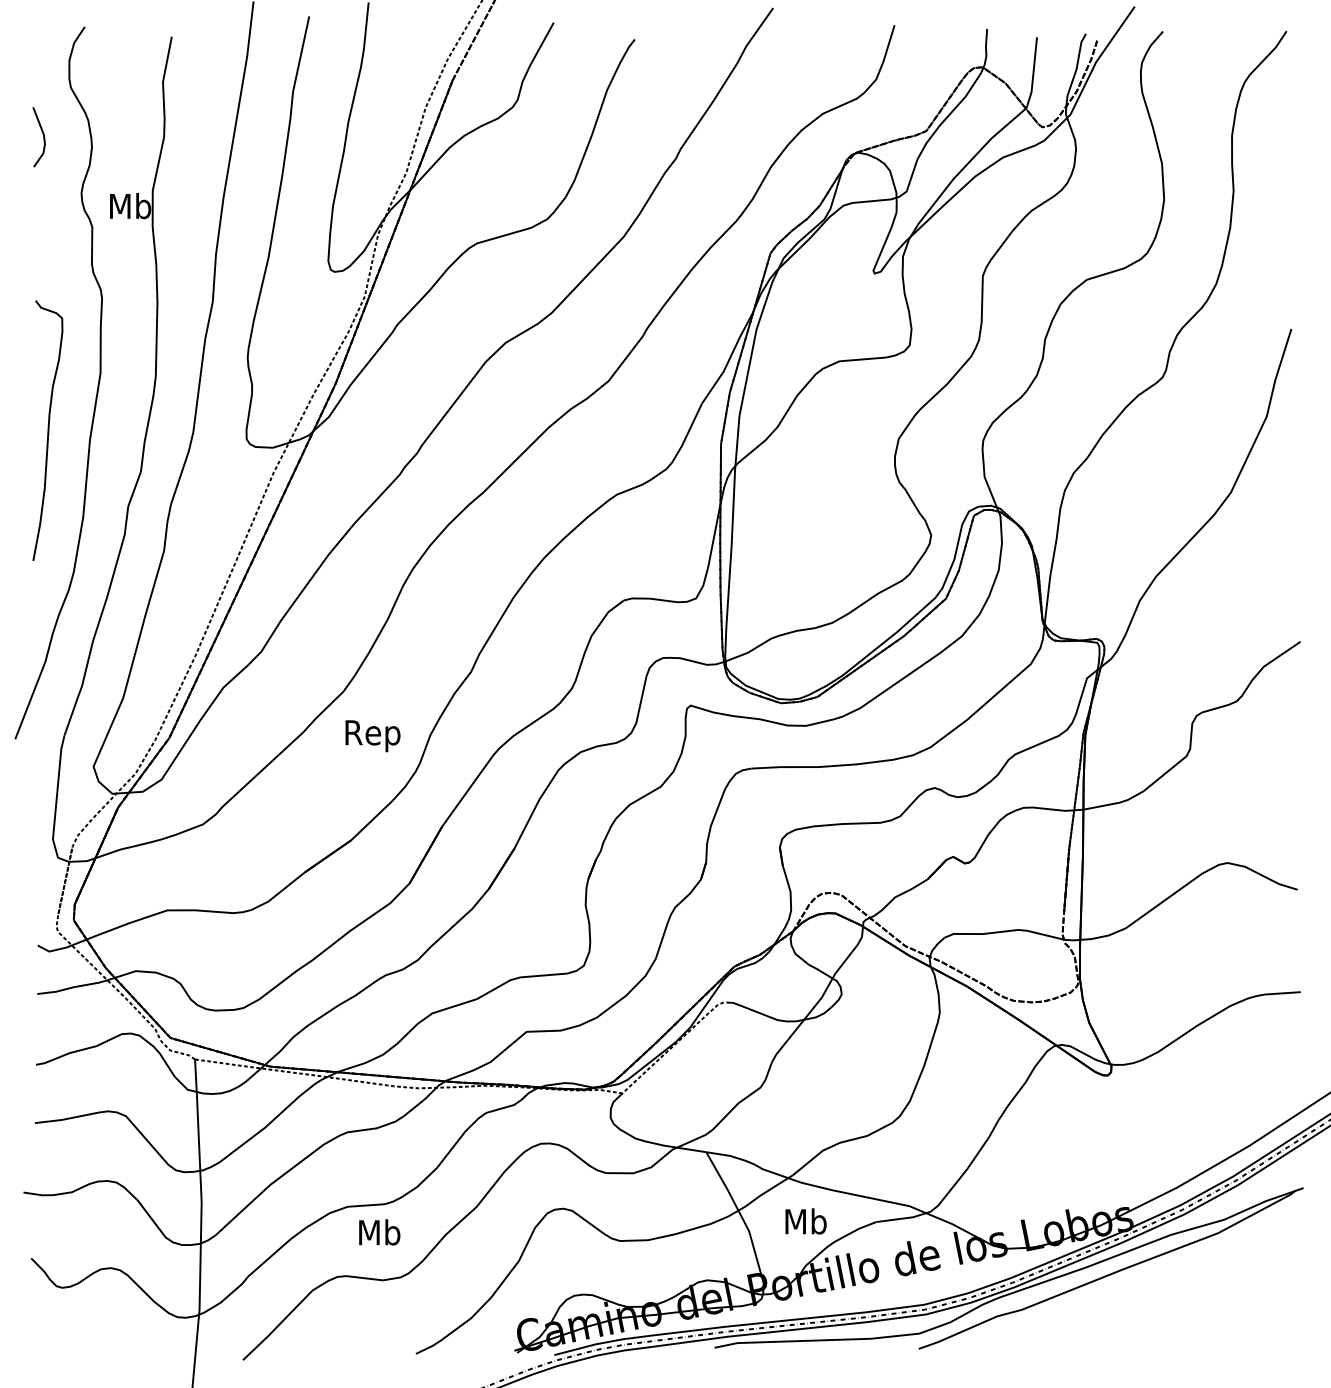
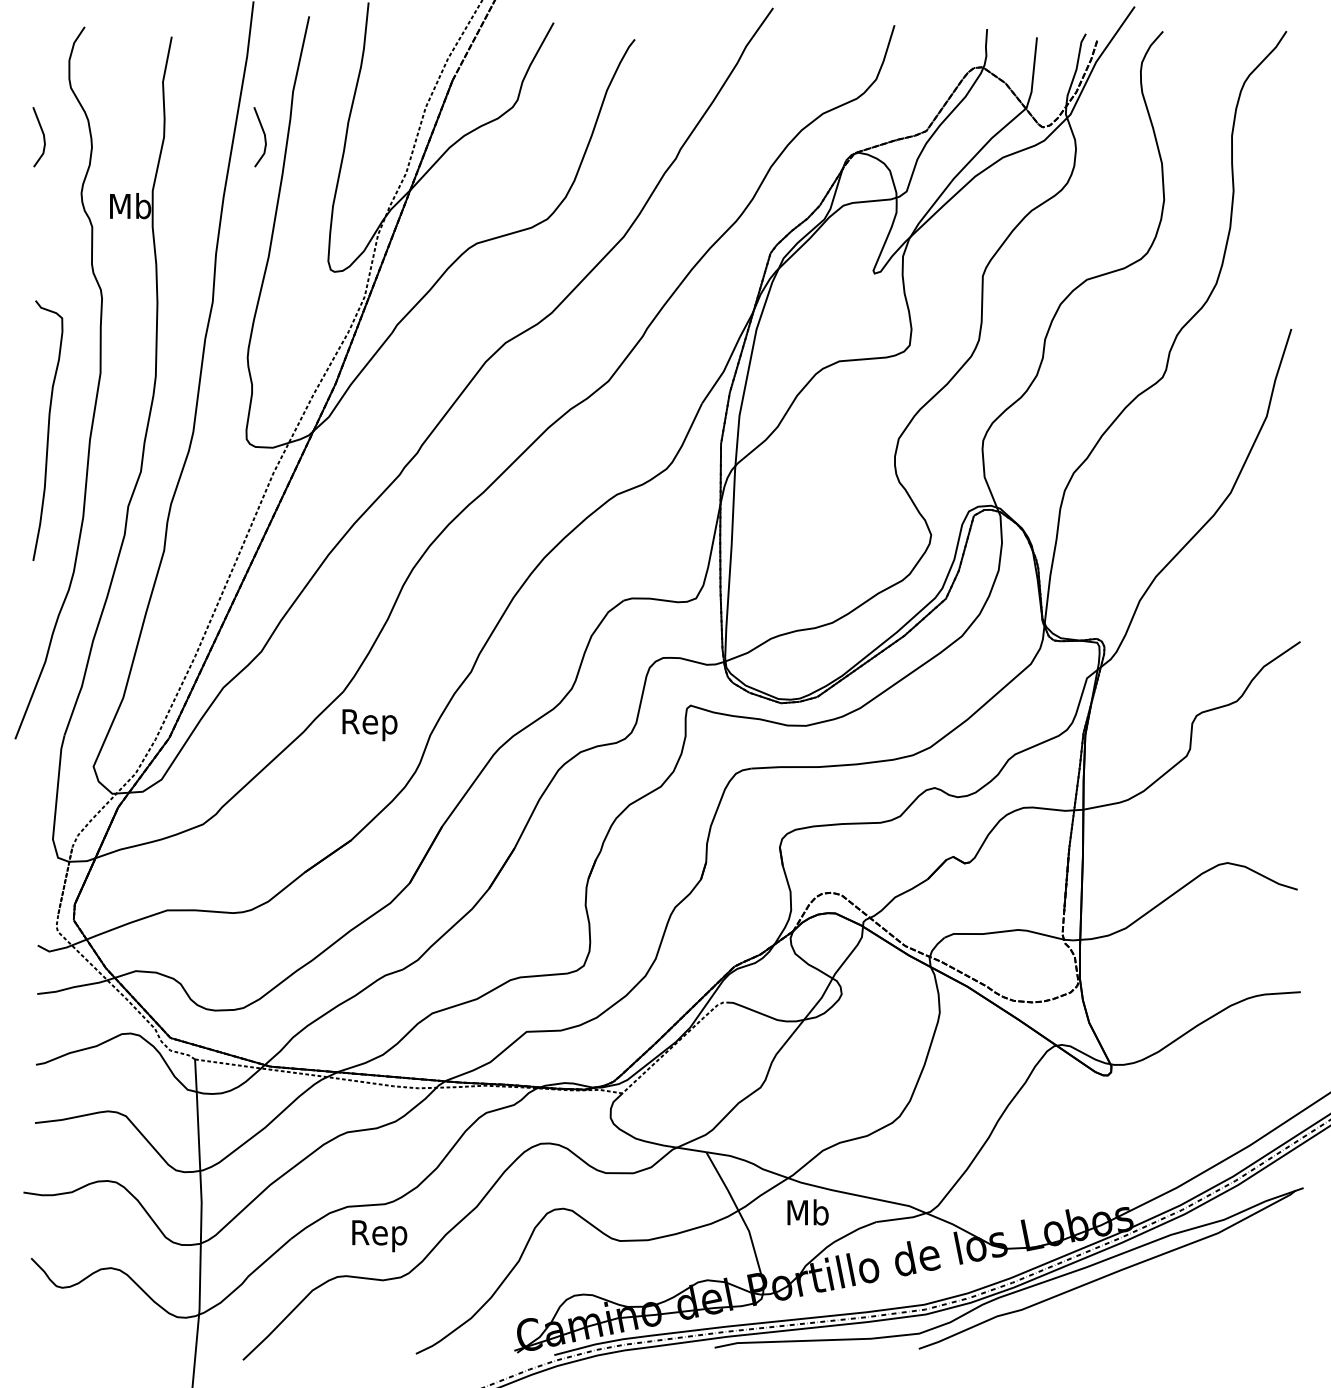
line at (263, 134): none -> present
text at (372, 736) position: (372, 736) -> (369, 725)
text at (805, 1221) position: (805, 1221) -> (807, 1212)
text at (379, 1235): Mb -> Rep
